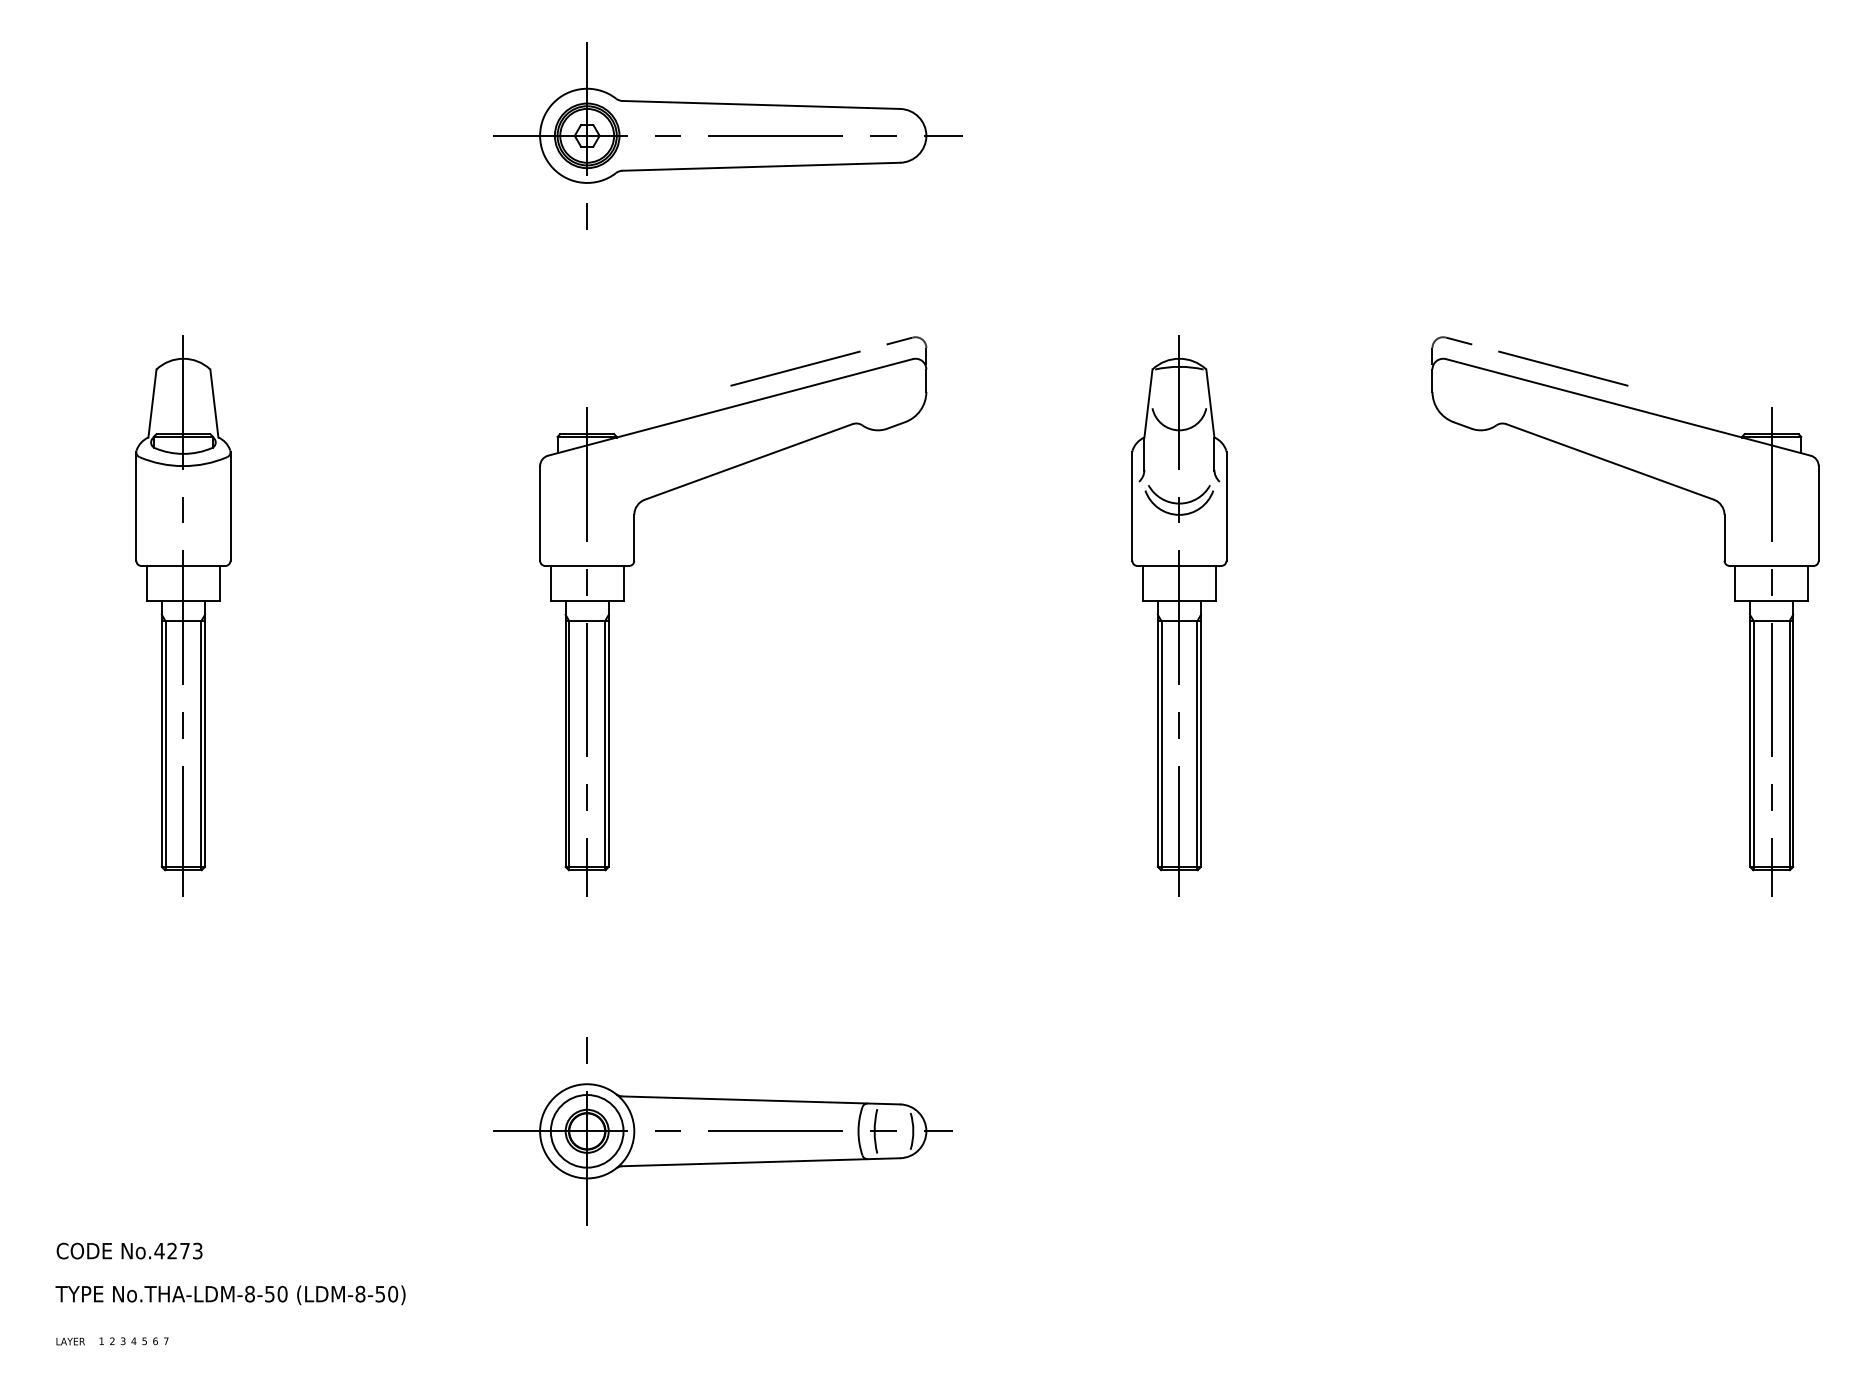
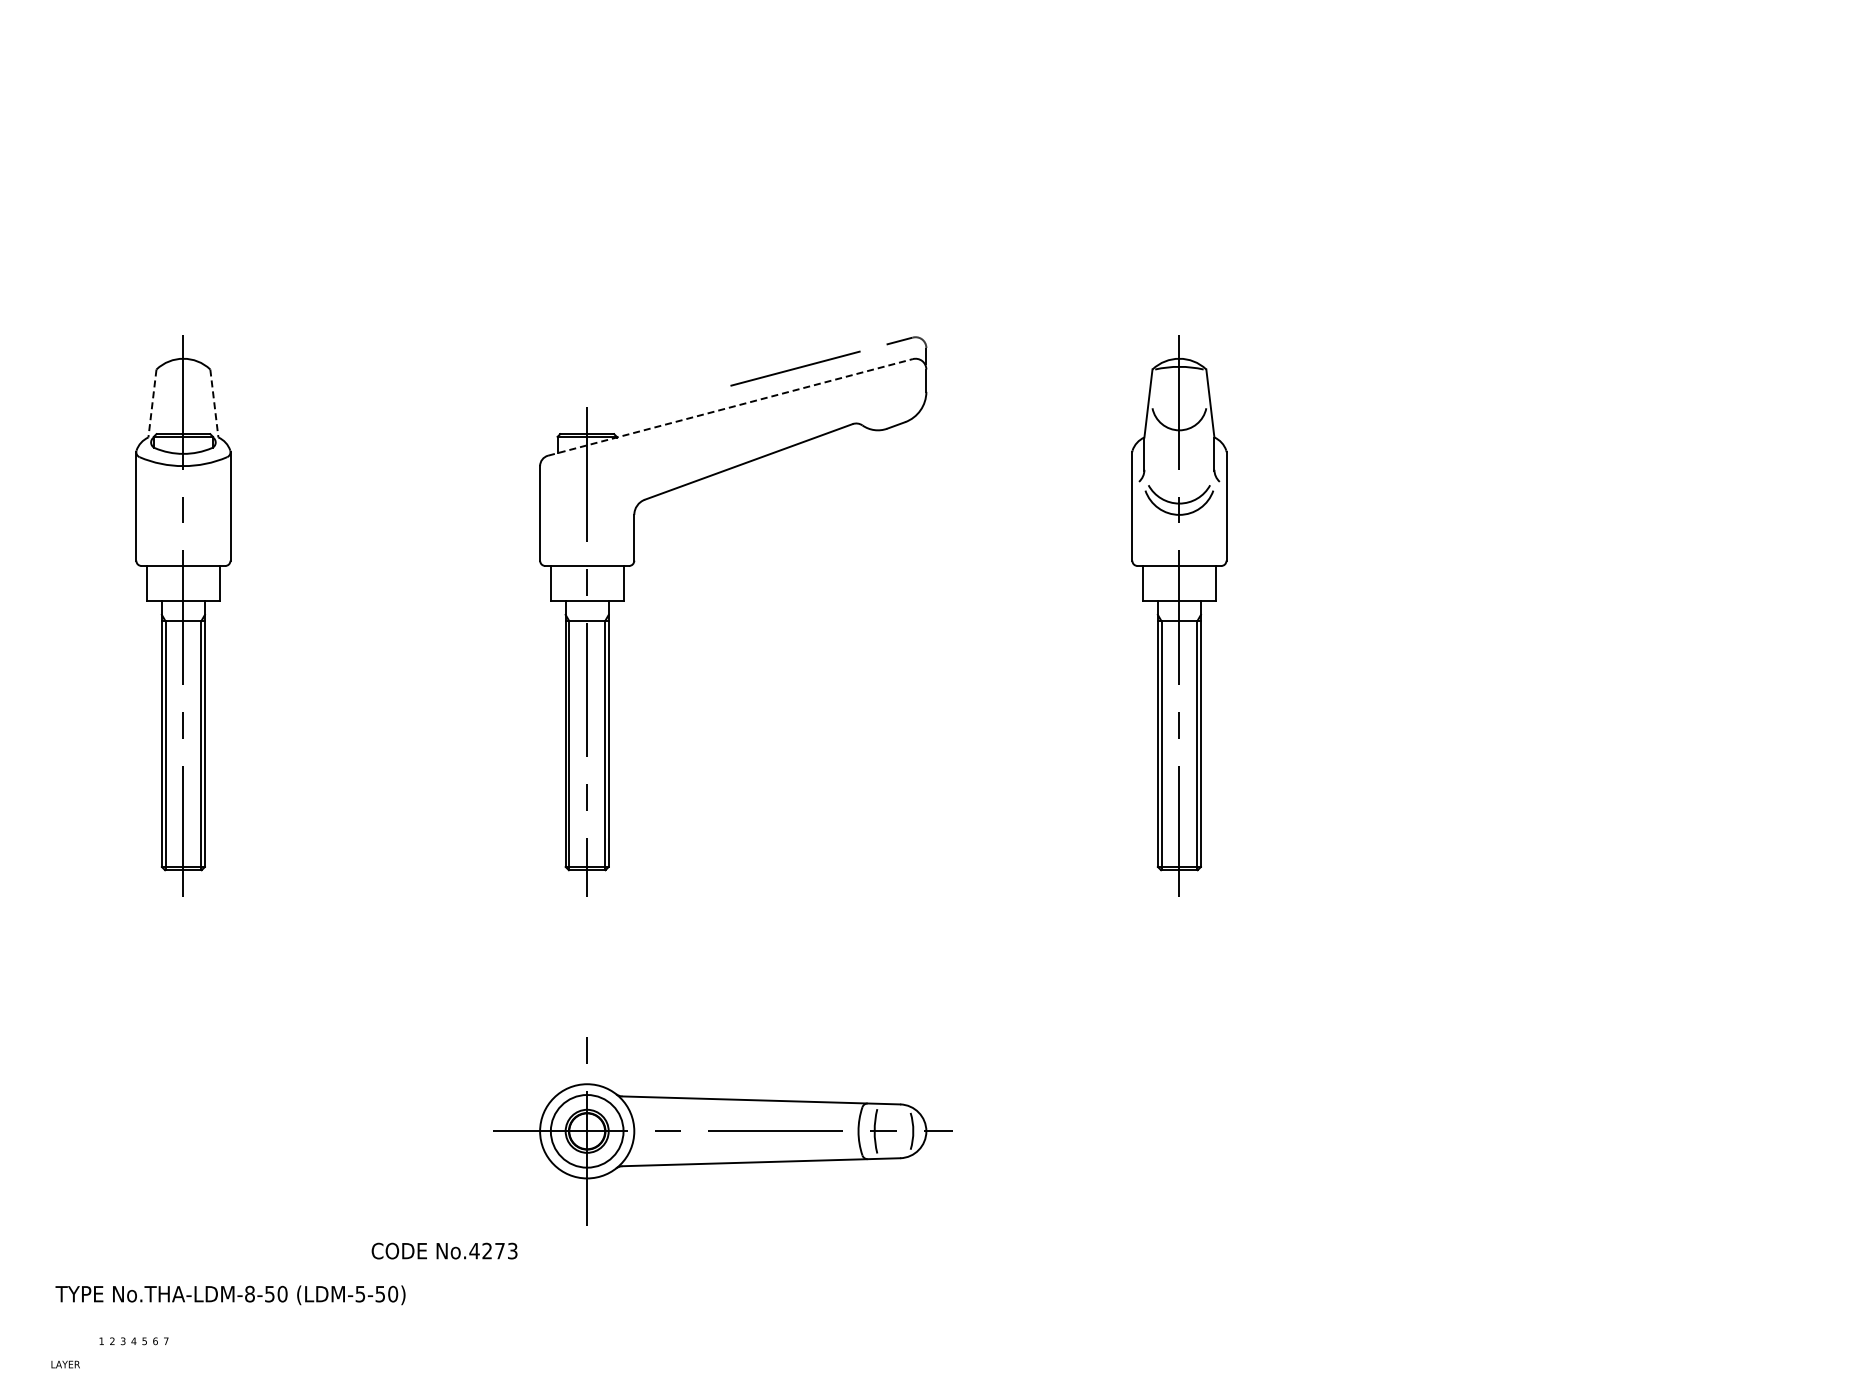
part at (727, 135): present -> none
line at (152, 404): solid -> dashed
line at (214, 404): solid -> dashed
line at (730, 407): solid -> dashed
part at (1734, 601): present -> none
text at (129, 1250) position: (129, 1250) -> (444, 1250)
text at (360, 1293): (LDM-8-50) -> (LDM-5-50)
text at (70, 1341) position: (70, 1341) -> (65, 1364)
